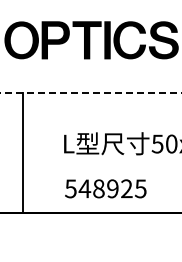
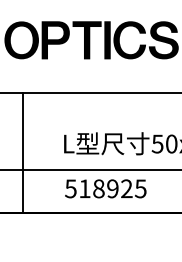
line at (91, 92): dashed -> solid
line at (90, 170): none -> present
text at (84, 188): 548925 -> 518925
